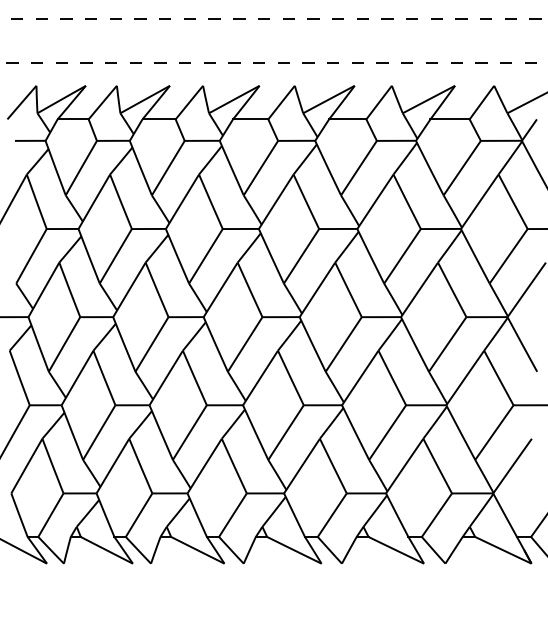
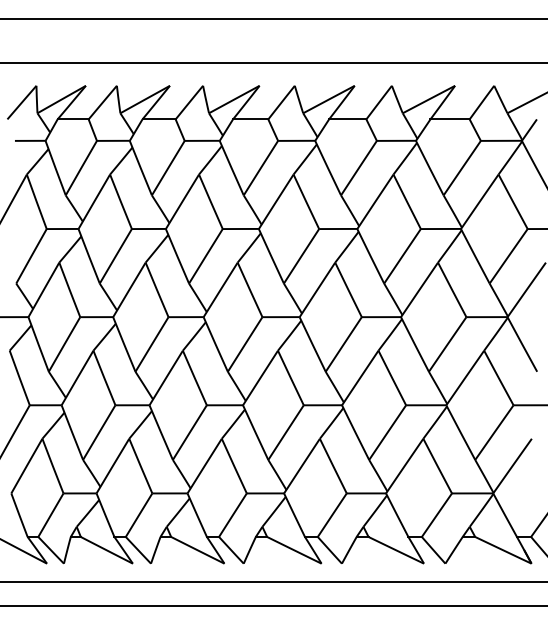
line at (274, 18): dashed -> solid
line at (273, 63): dashed -> solid
line at (273, 581): none -> present
line at (273, 606): none -> present
